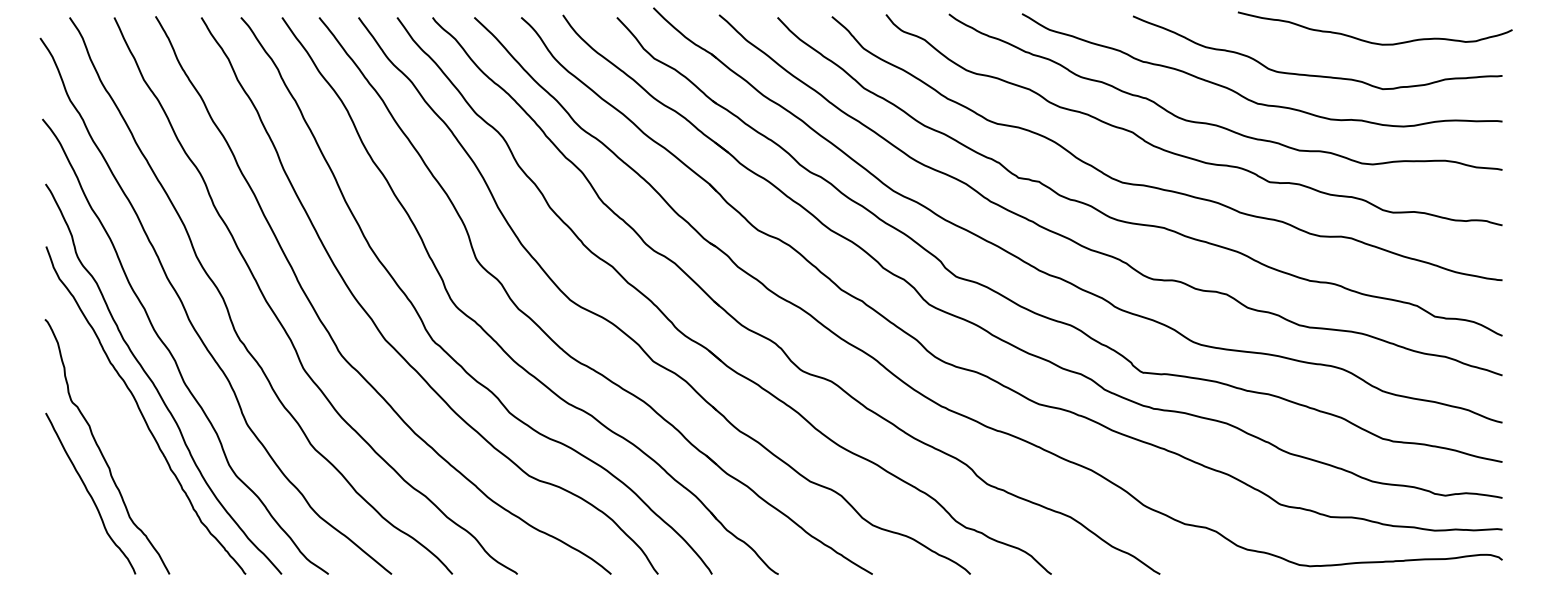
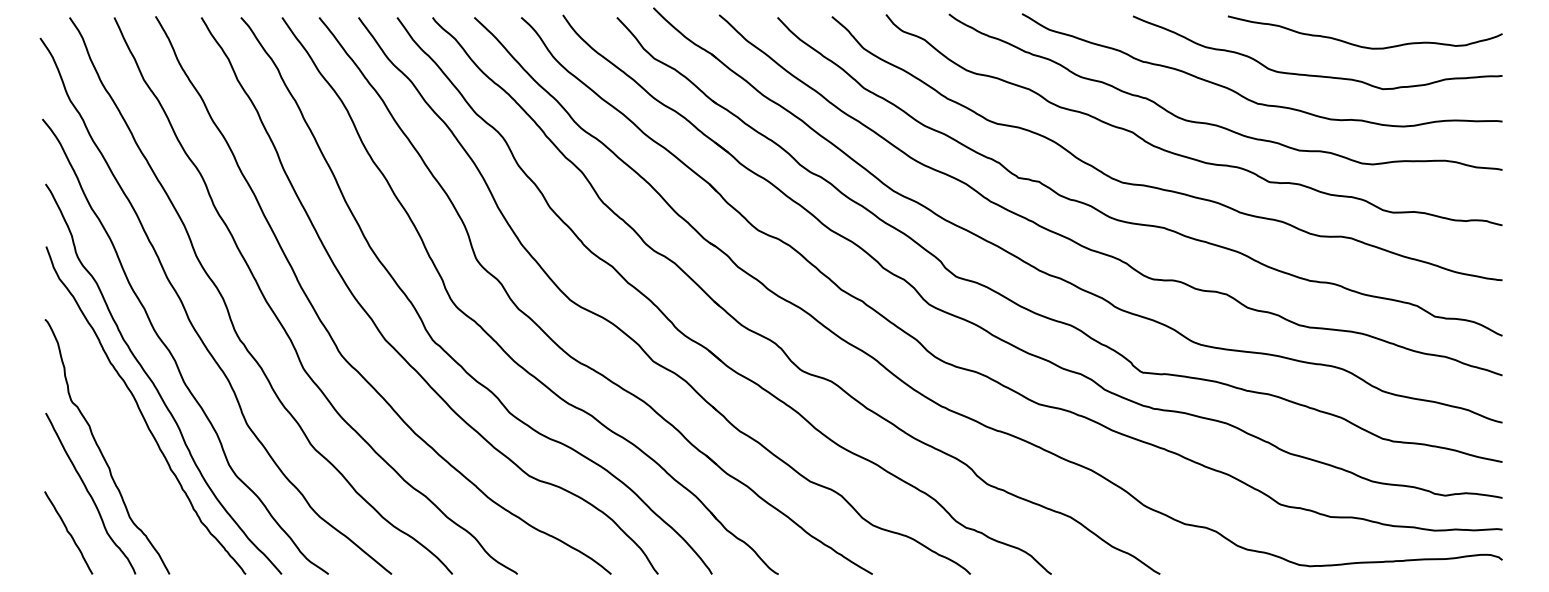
curve at (1370, 41) position: (1370, 41) -> (1360, 45)
curve at (68, 532): none -> present
